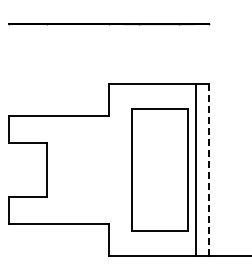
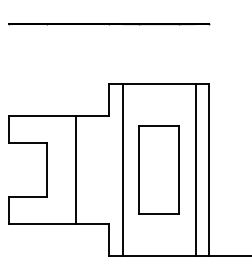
line at (76, 169): none -> present
line at (123, 169): none -> present
part at (159, 169) size: 58x124 px -> 42x90 px
line at (209, 169): dashed -> solid
